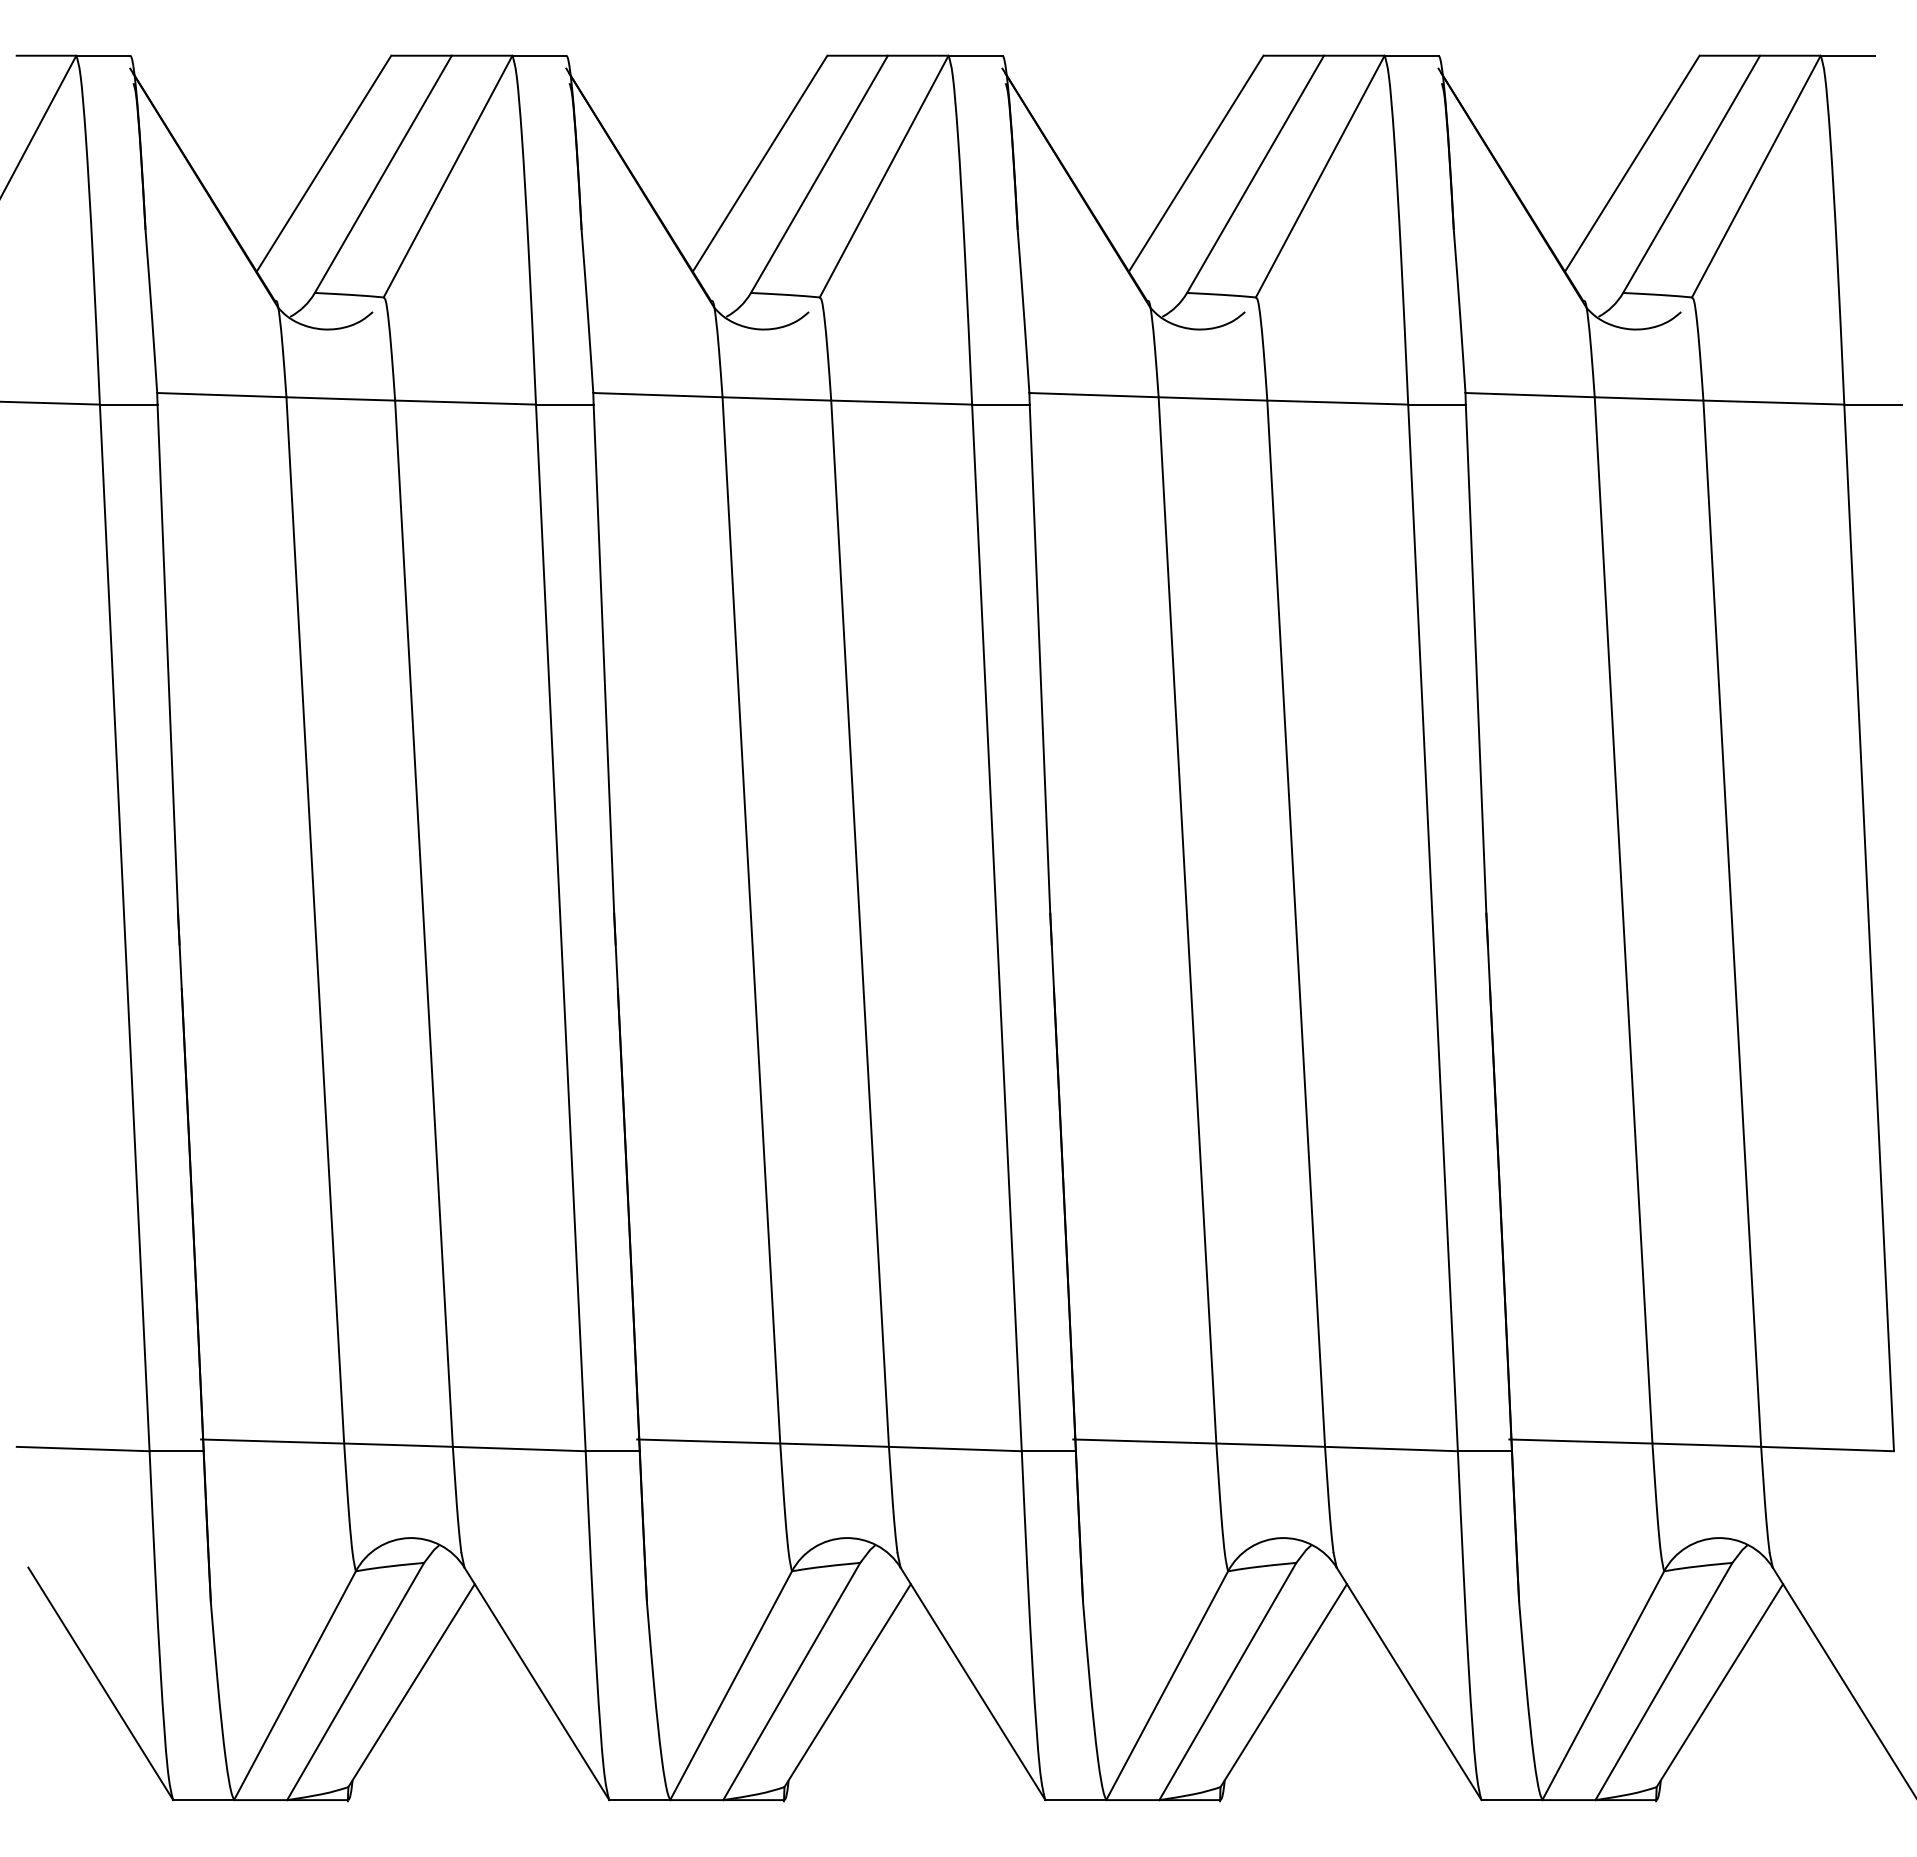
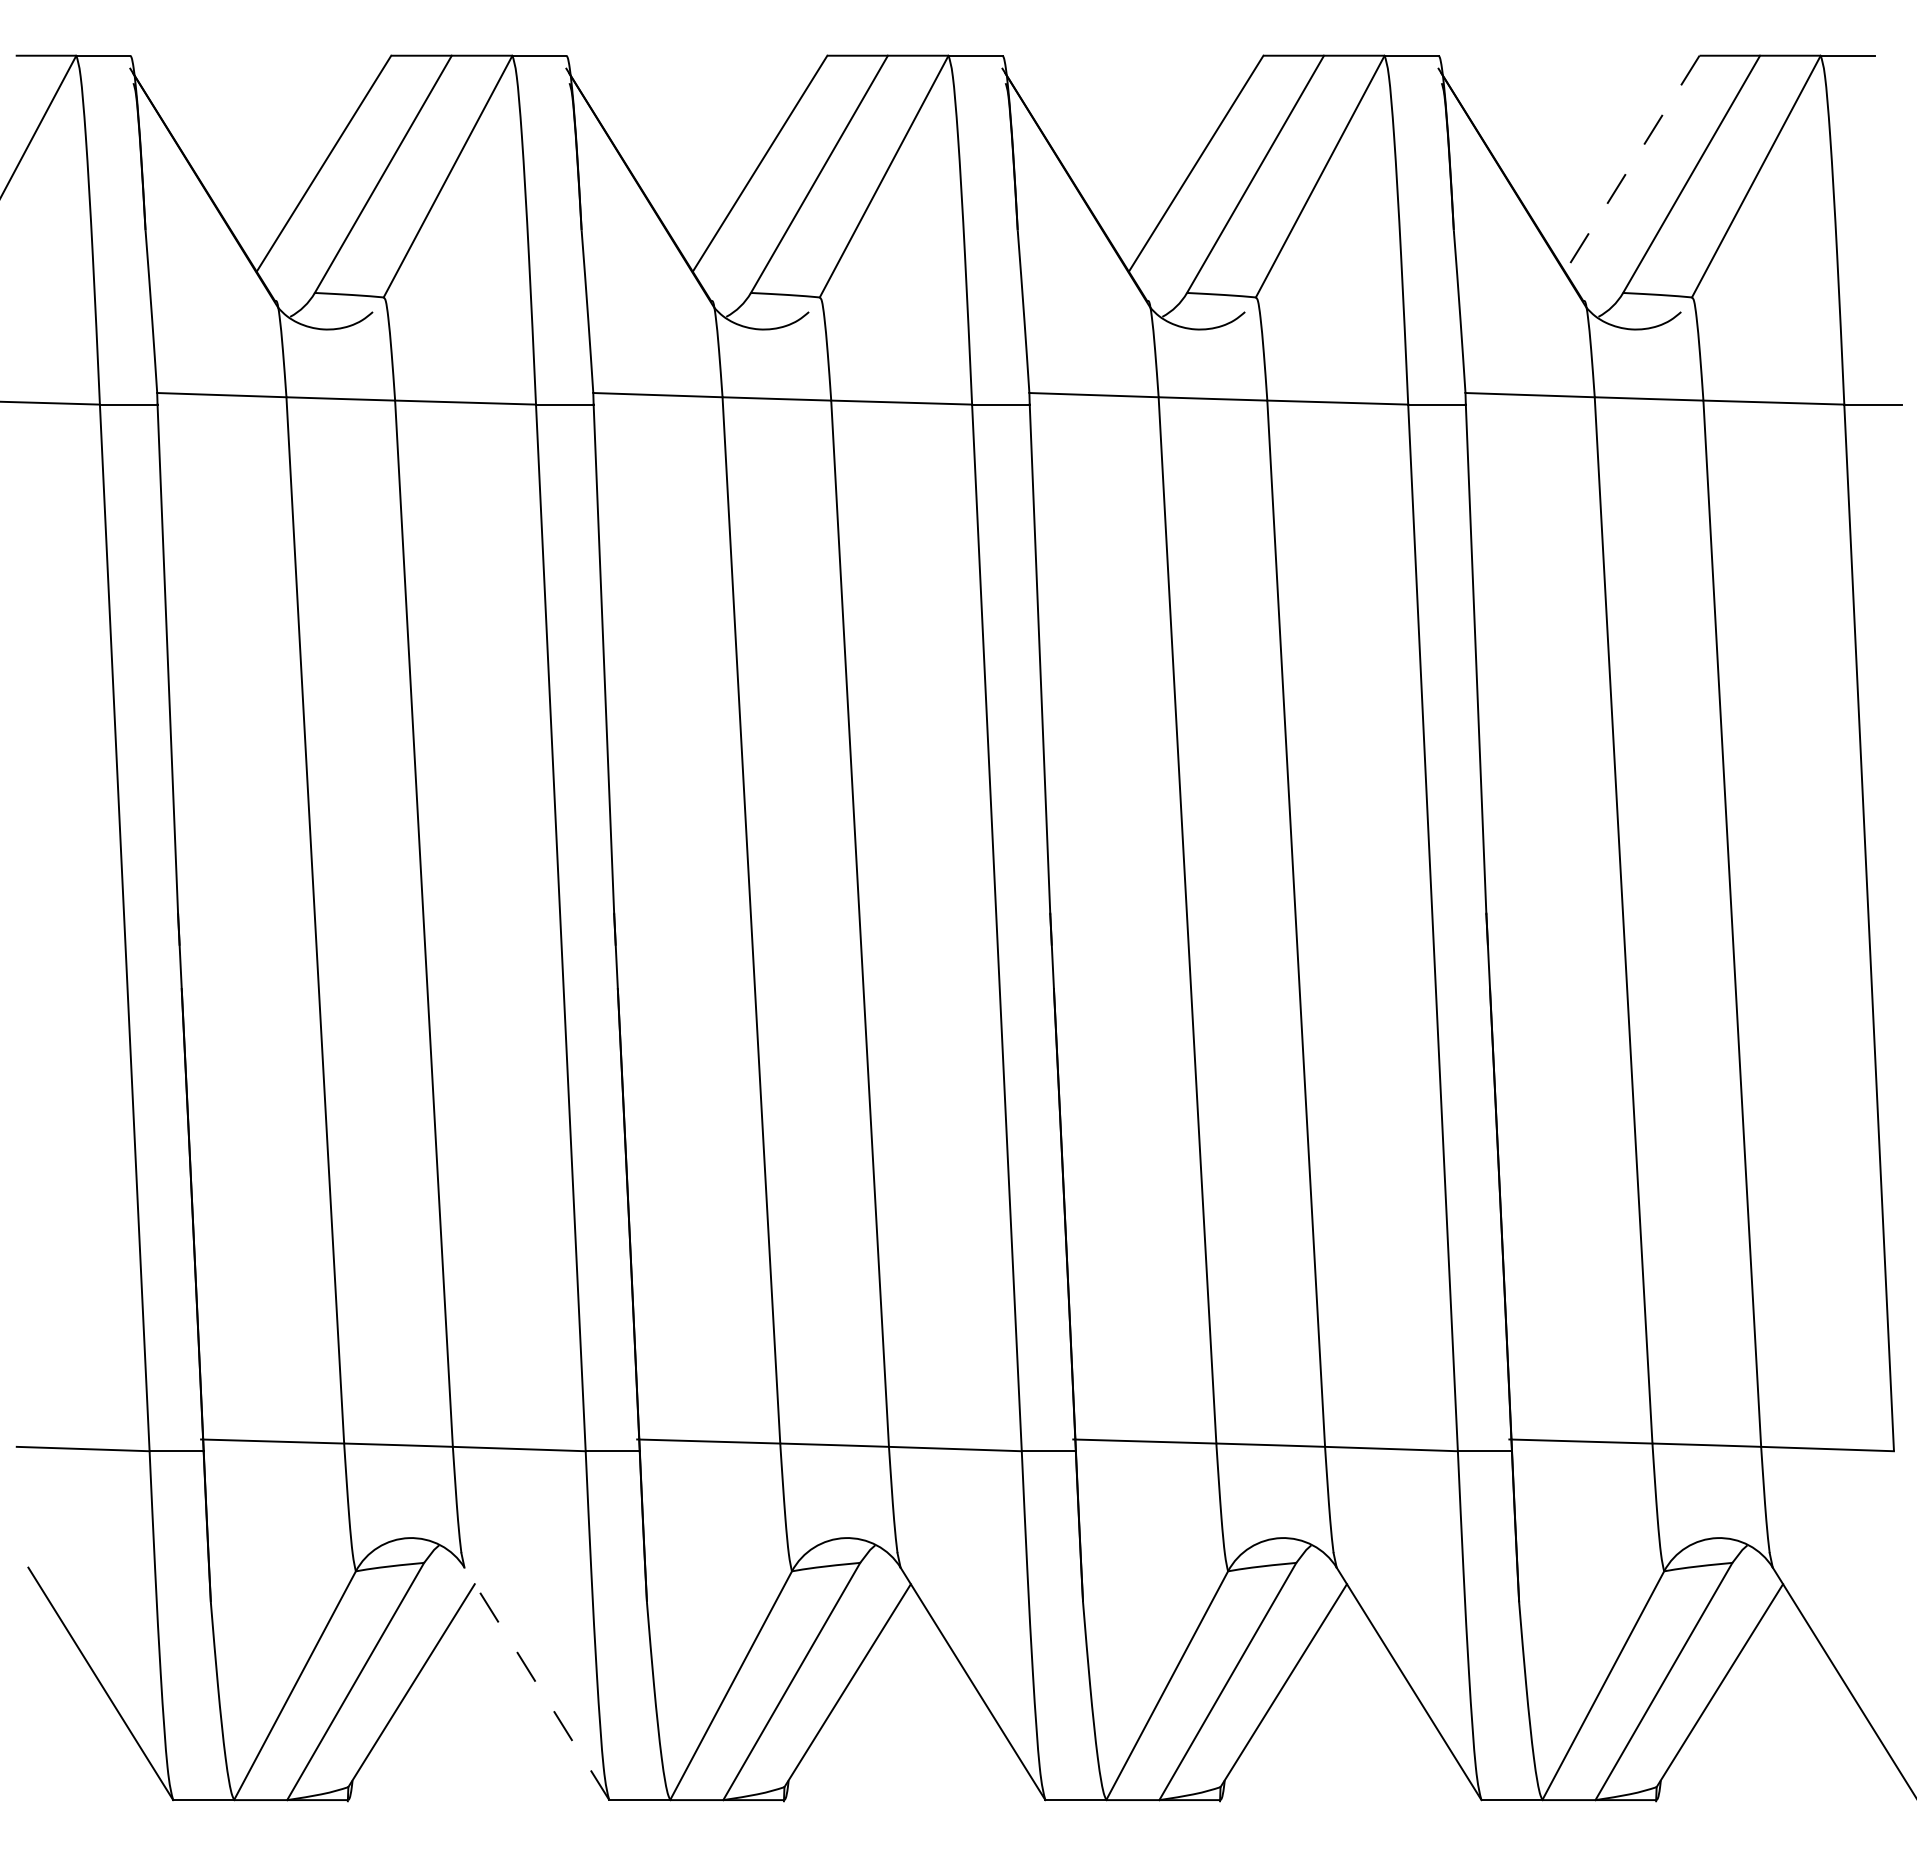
line at (1632, 164): solid -> dashed
line at (536, 1683): solid -> dashed
